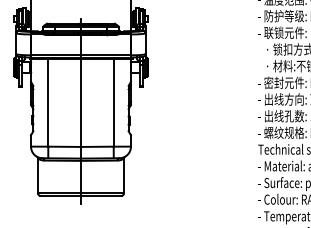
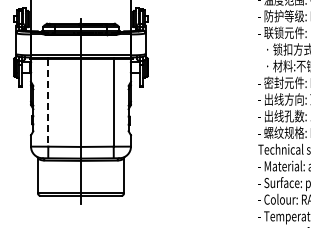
line at (48, 103): solid -> dashed
